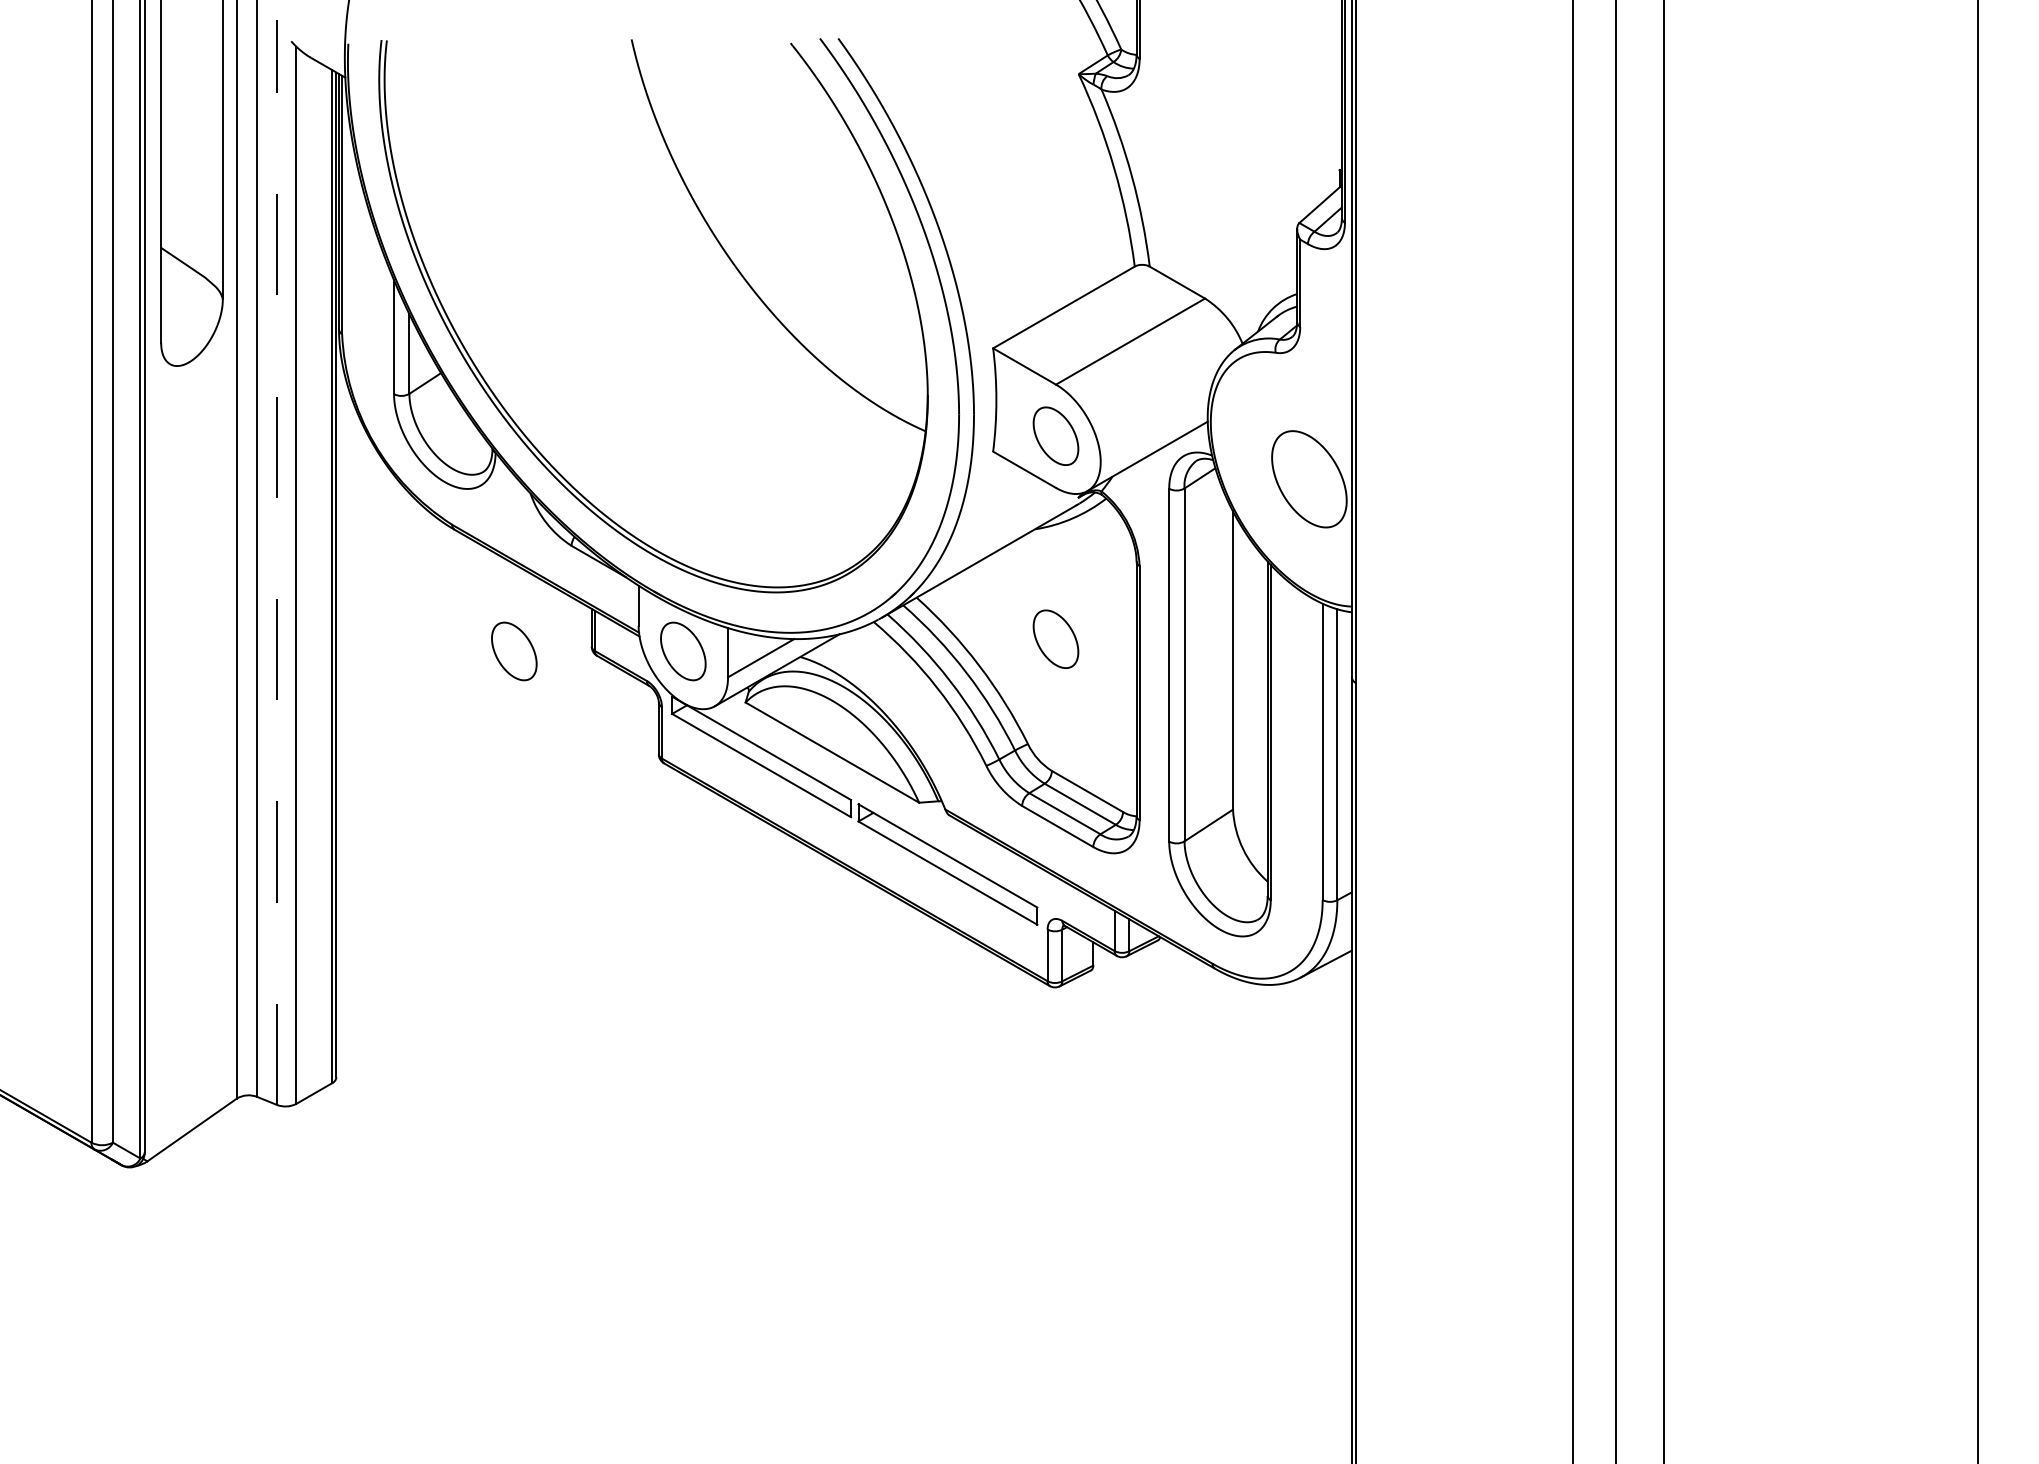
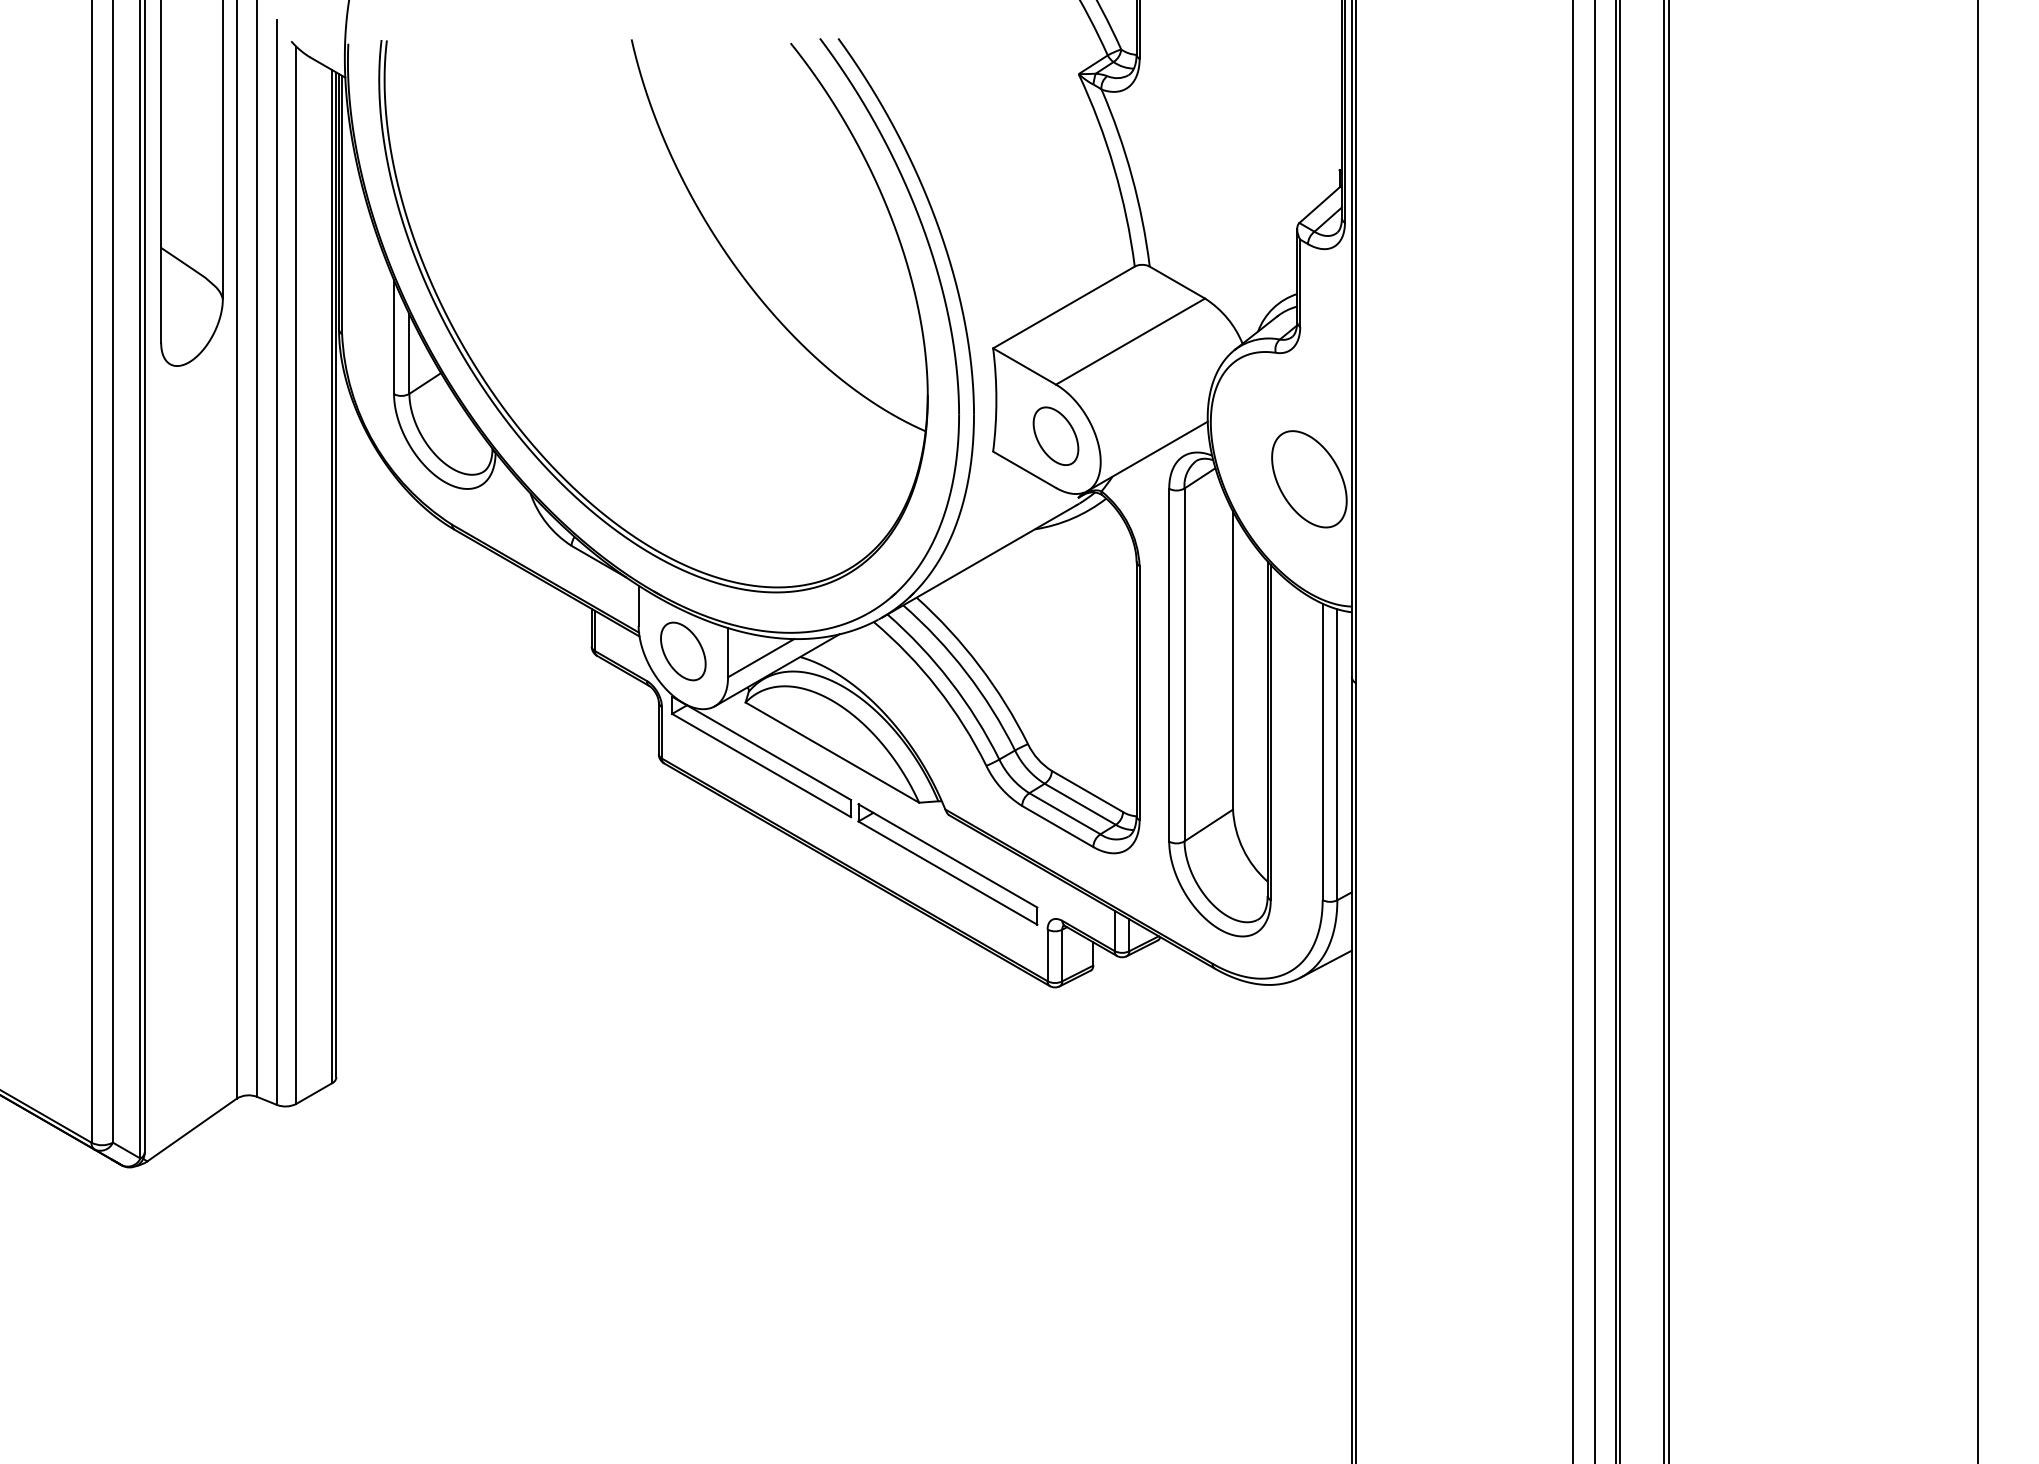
line at (276, 562): dashed -> solid
part at (1055, 638): present -> none
part at (514, 651): present -> none
line at (1594, 731): none -> present
line at (1620, 731): none -> present
line at (1668, 731): none -> present
